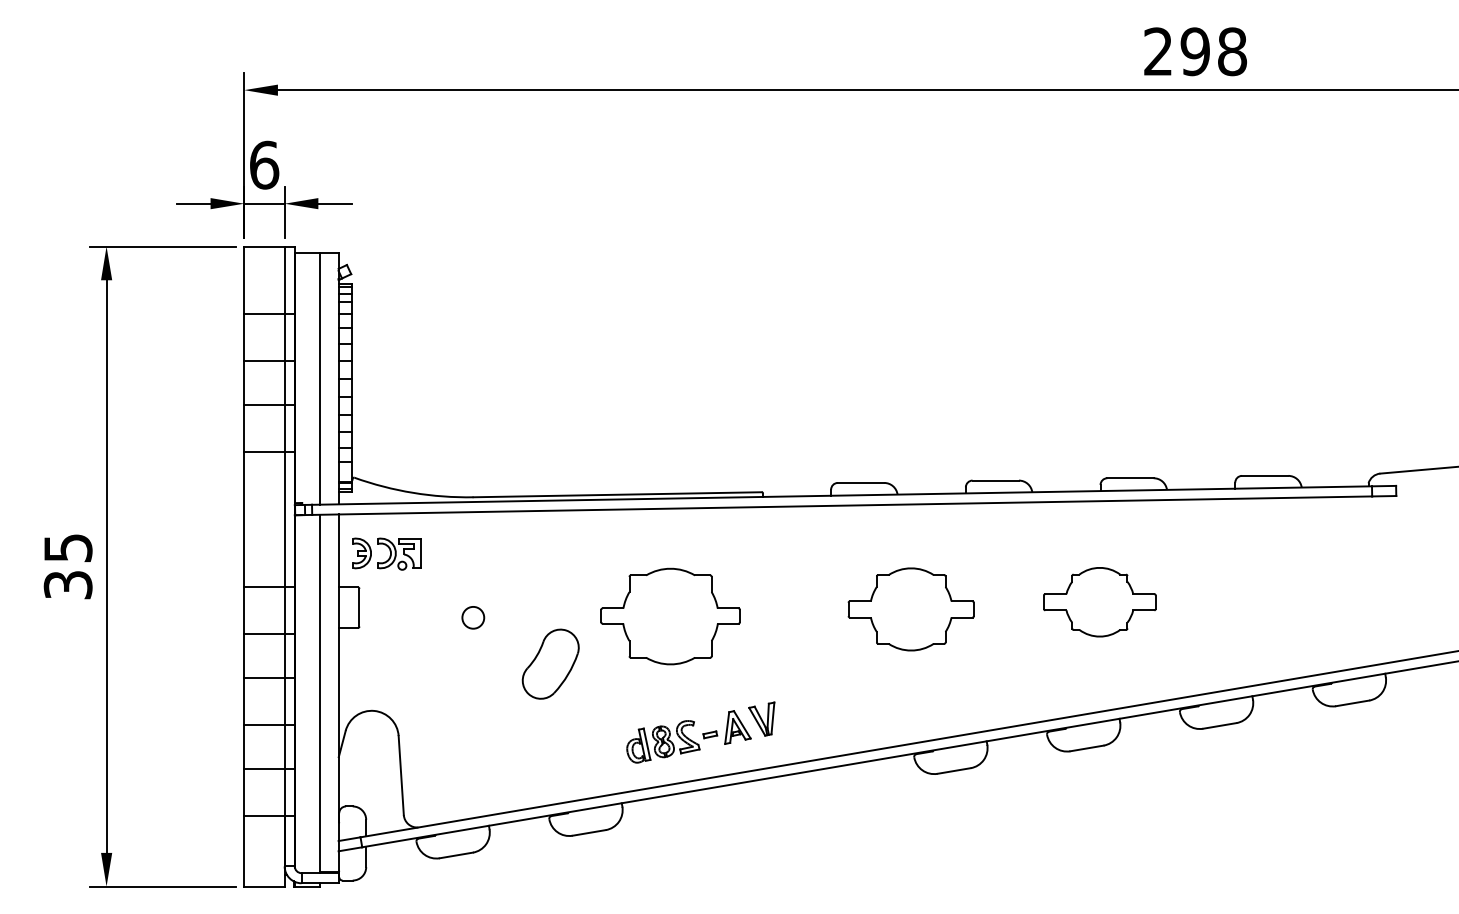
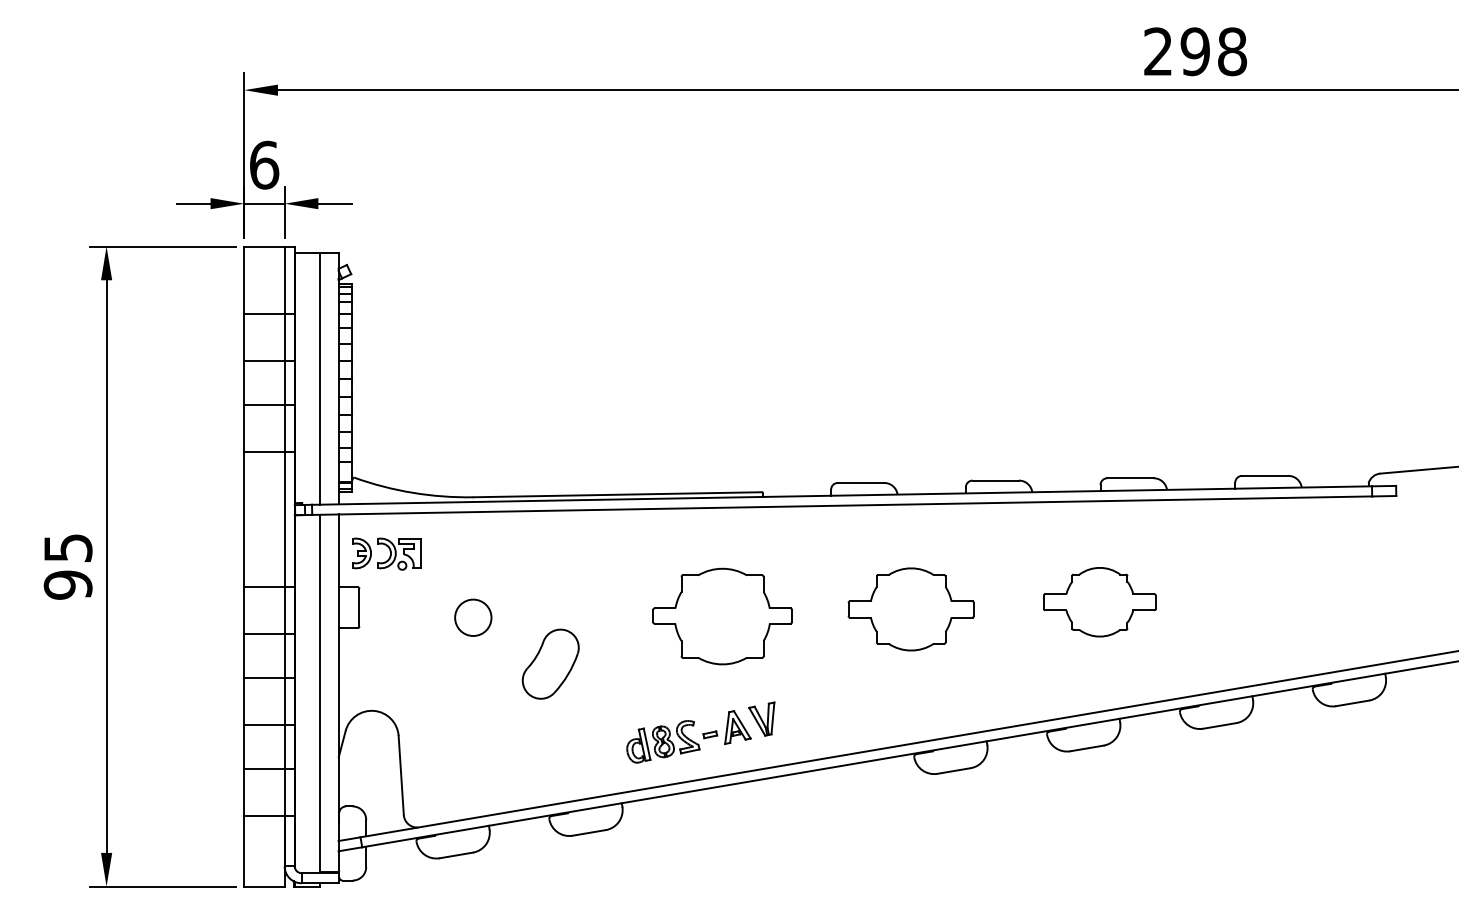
text at (67, 584): 35 -> 95
part at (670, 616) position: (670, 616) -> (722, 616)
circle at (473, 617) diameter: 22 px -> 36 px
